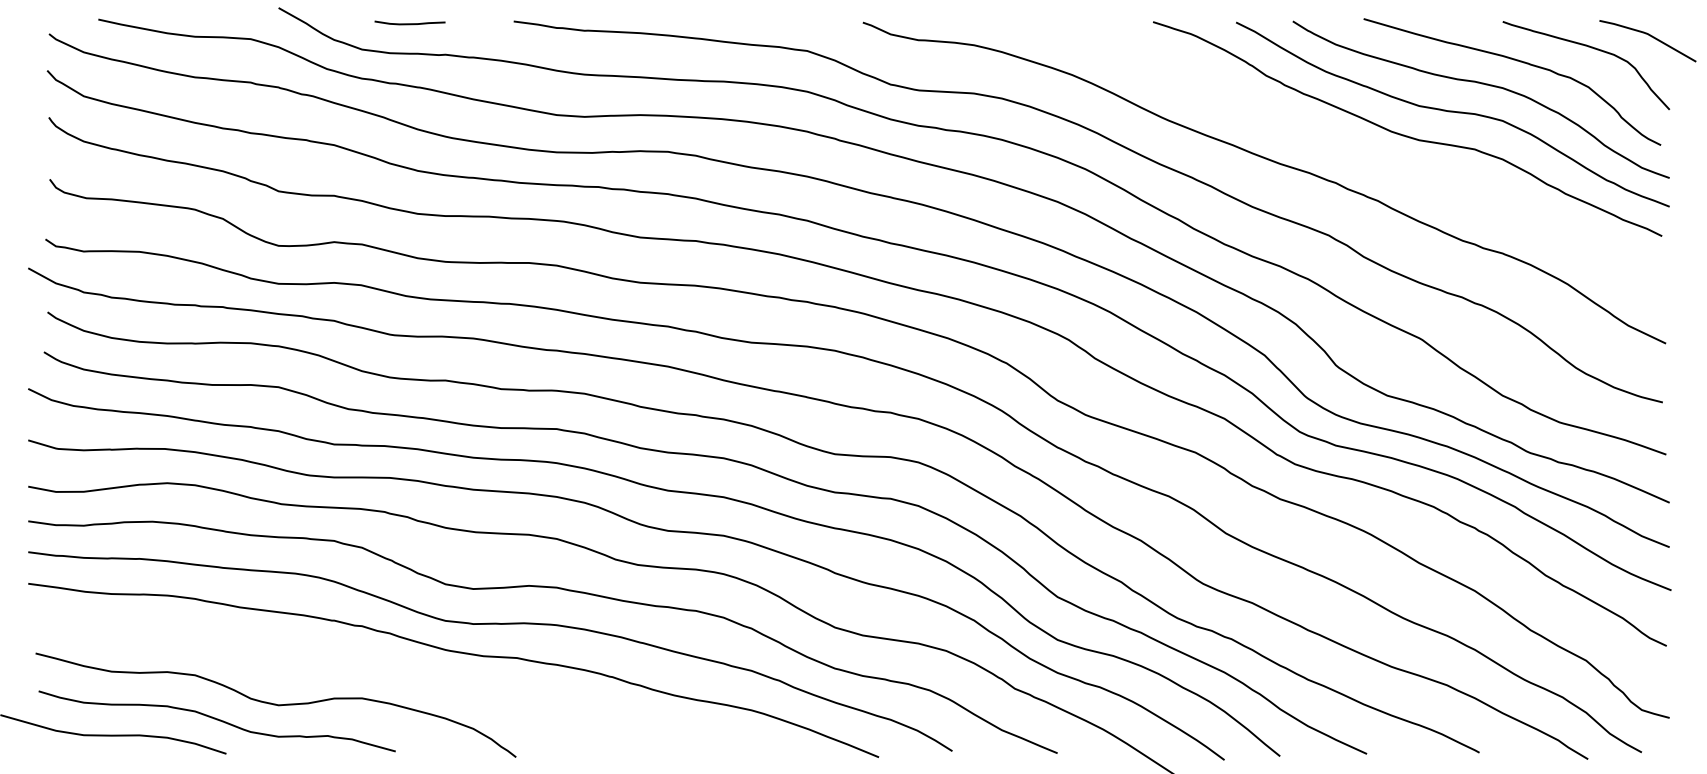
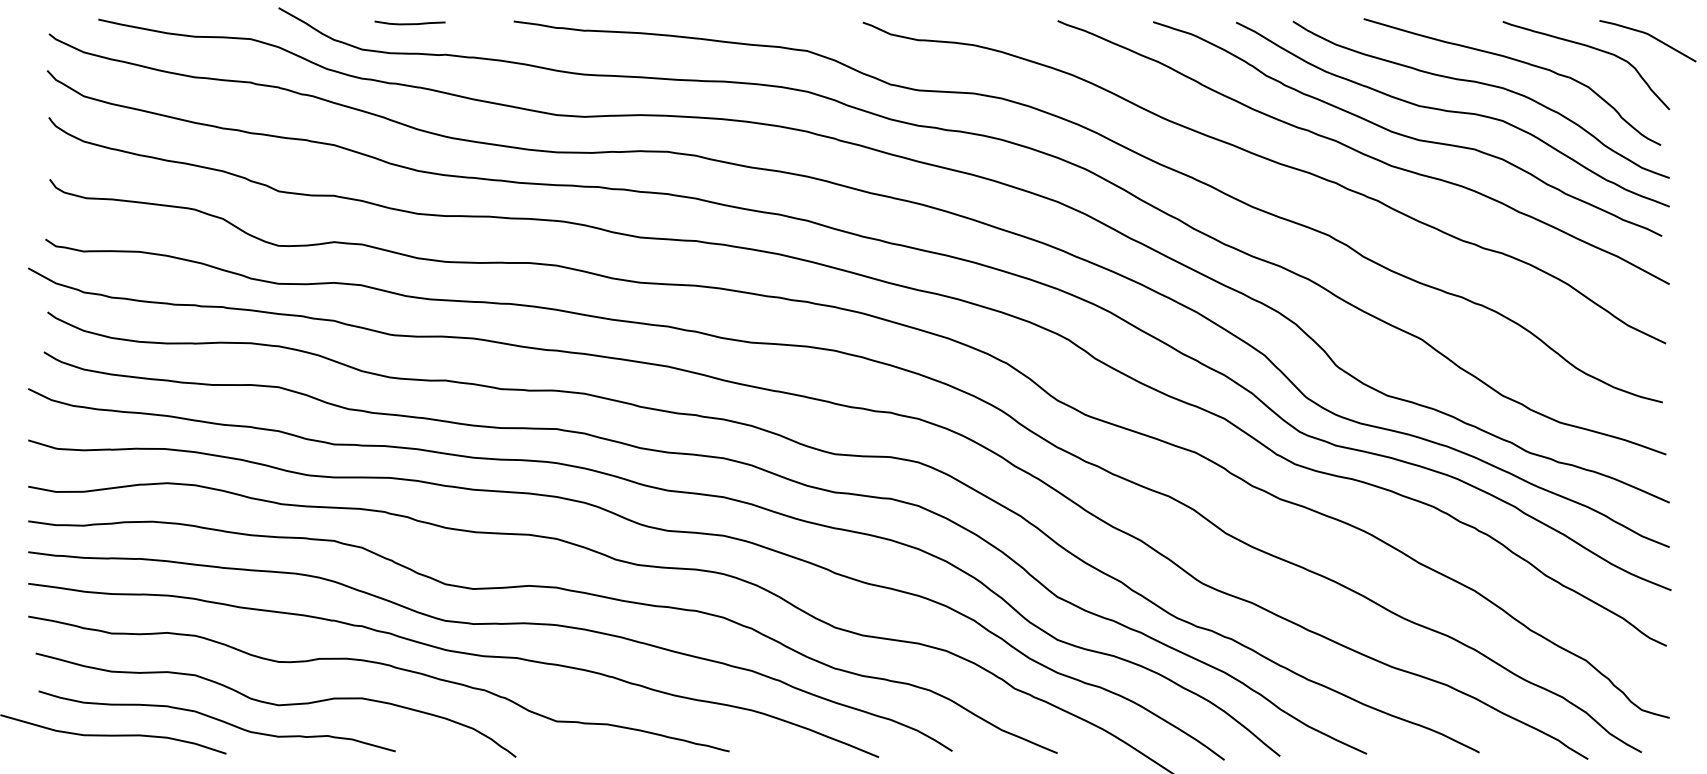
curve at (1362, 152): none -> present
curve at (384, 665): none -> present
